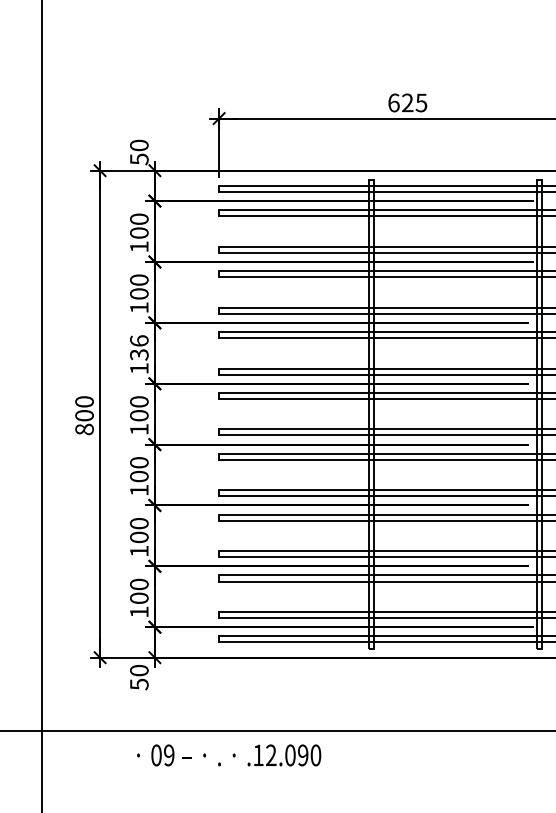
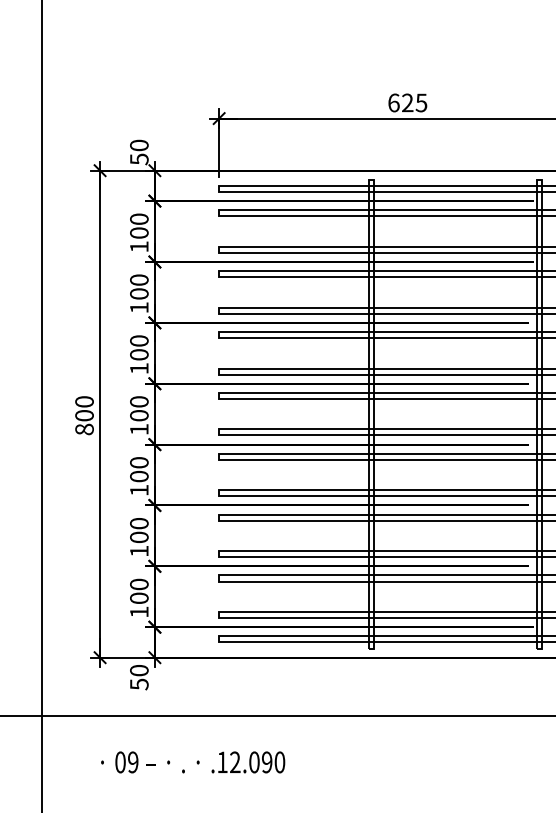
text at (139, 347): 136 -> 100
line at (277, 731) position: (277, 731) -> (277, 716)
text at (229, 755) position: (229, 755) -> (193, 762)
